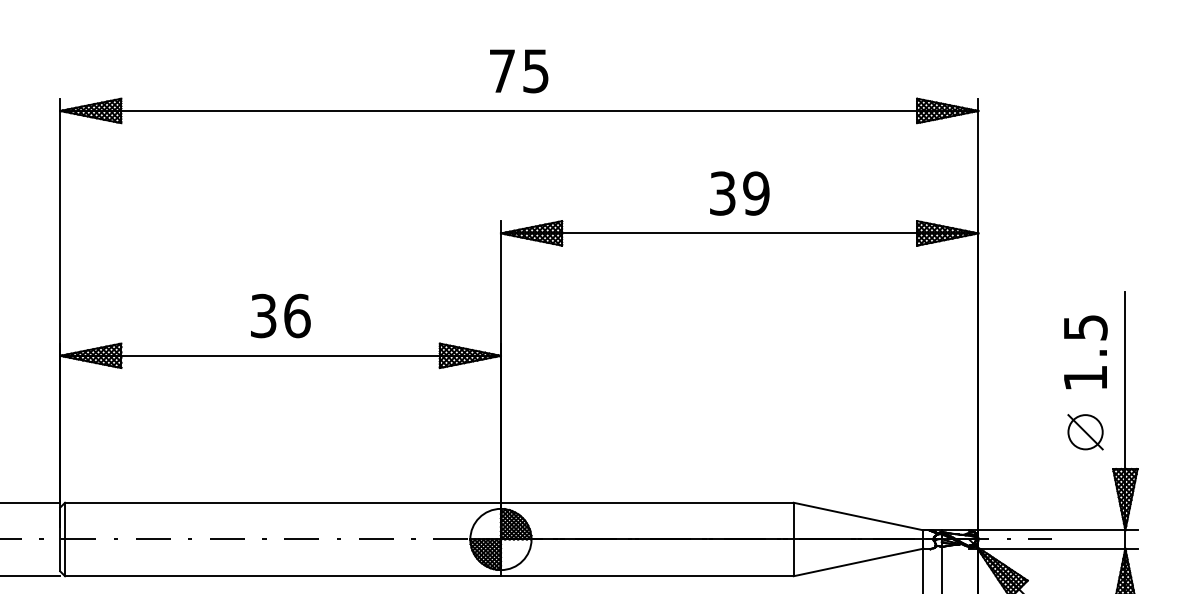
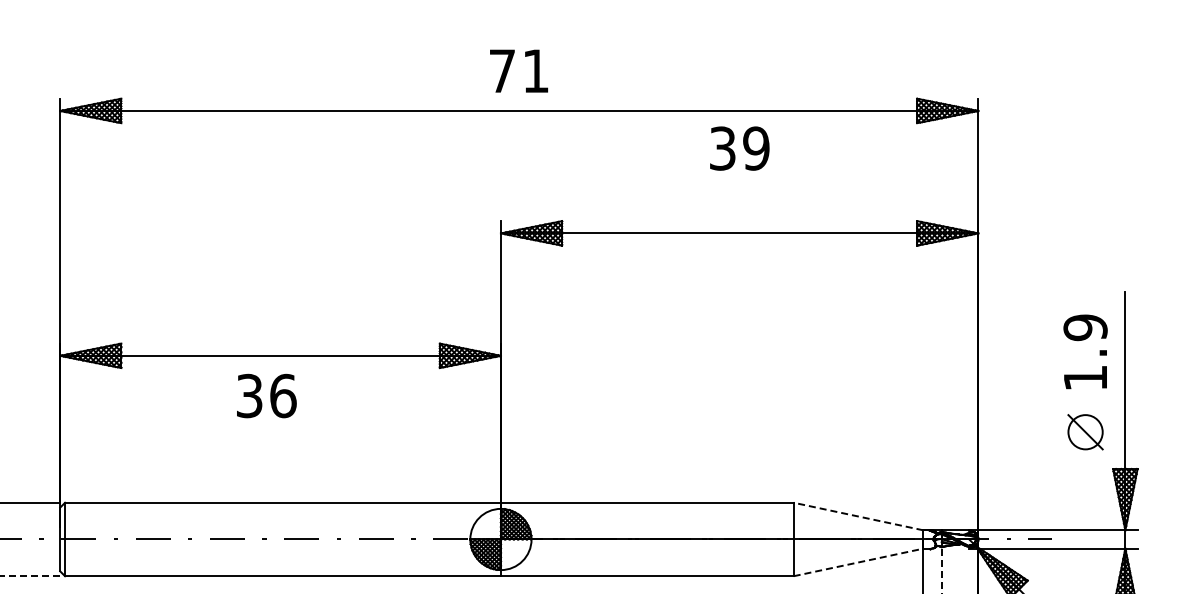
text at (535, 71): 75 -> 71
text at (739, 193) position: (739, 193) -> (739, 148)
text at (280, 315) position: (280, 315) -> (266, 395)
text at (1085, 327): 1.5 -> 1.9
line at (858, 516): solid -> dashed
line at (859, 562): solid -> dashed
line at (941, 571): solid -> dashed
line at (30, 576): solid -> dashed
